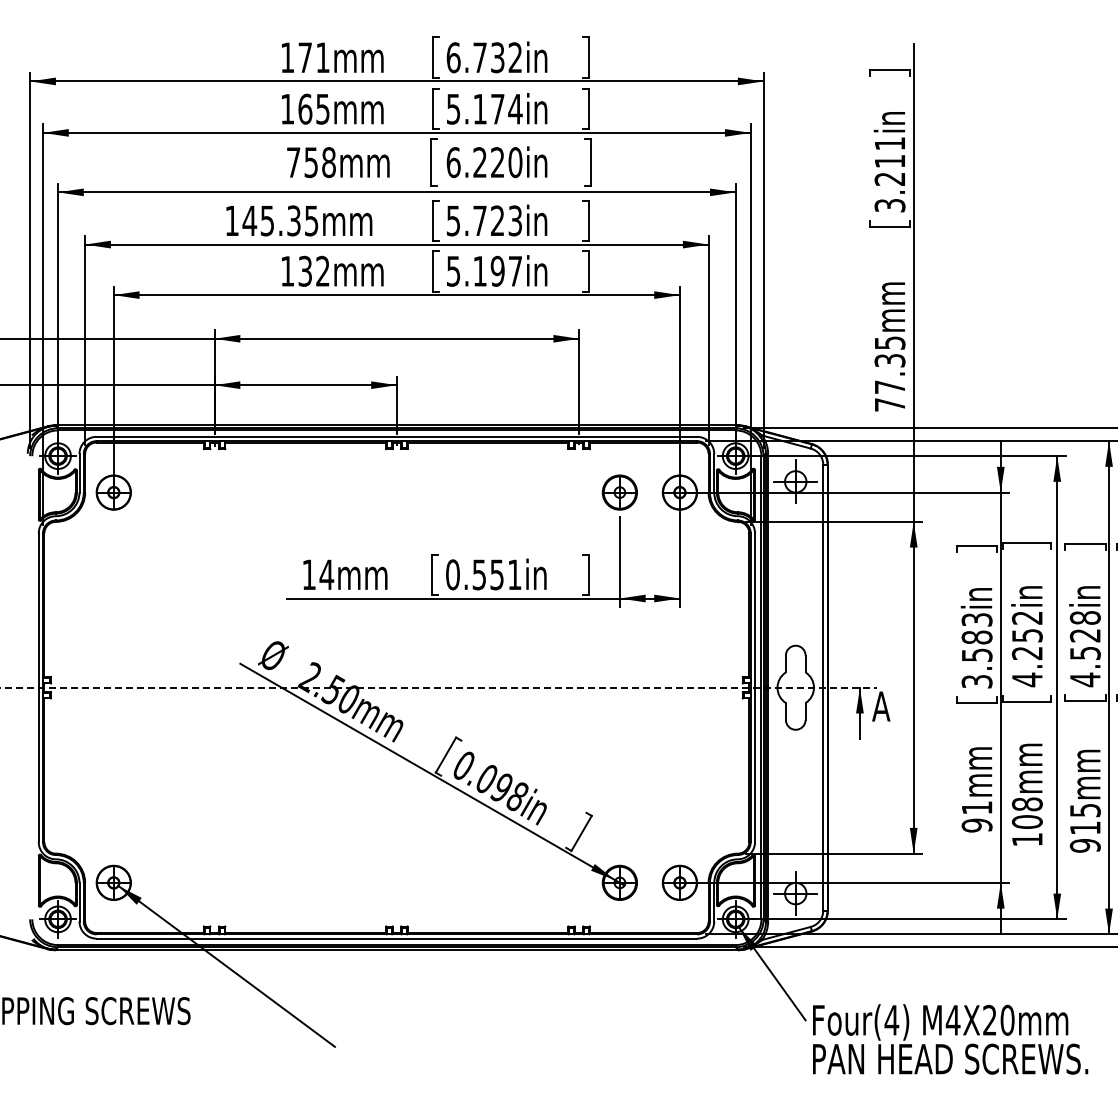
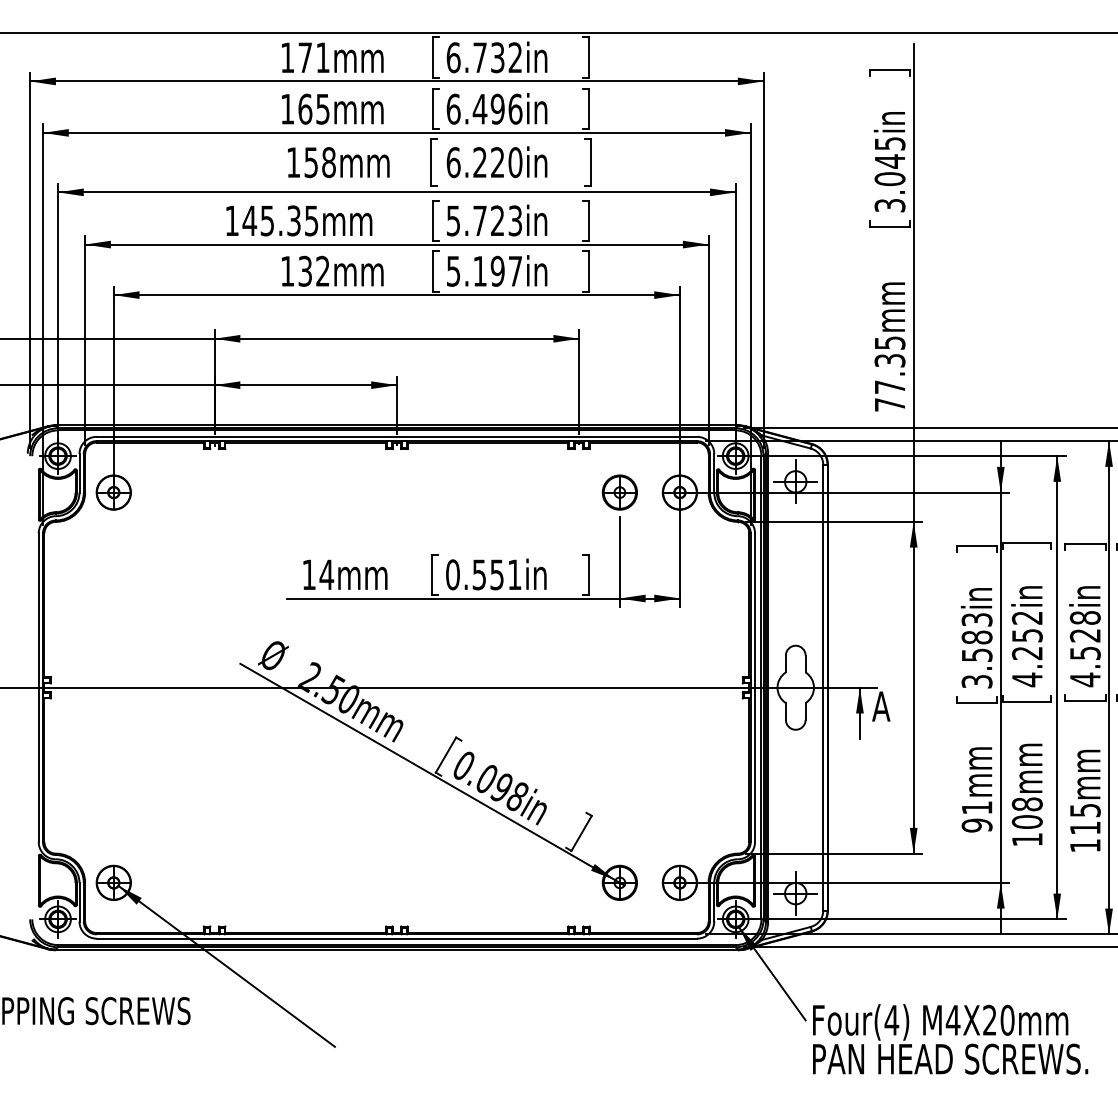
line at (558, 33): none -> present
text at (484, 108): 5.174in -> 6.496in
text at (889, 161): 3.211in -> 3.045in
text at (293, 162): 758mm -> 158mm
line at (439, 687): dashed -> solid
text at (1084, 845): 915mm -> 115mm
